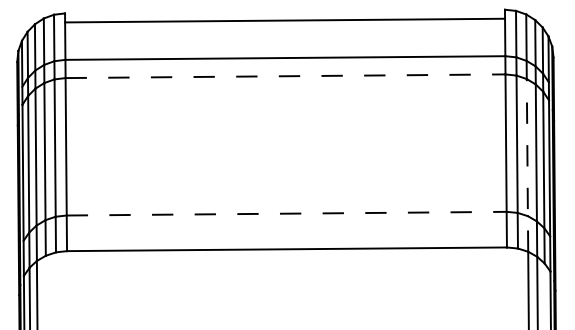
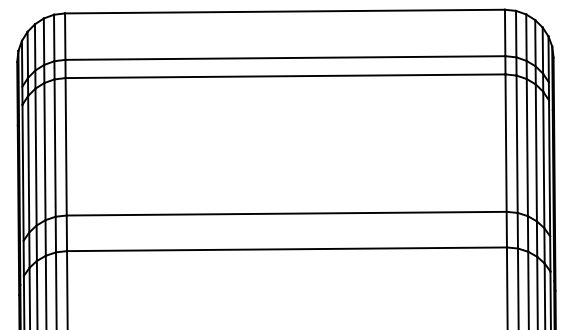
line at (284, 20) position: (284, 20) -> (284, 11)
line at (285, 76): dashed -> solid
line at (527, 164): dashed -> solid
line at (286, 213): dashed -> solid
line at (506, 286): none -> present
line at (517, 287): none -> present
line at (67, 288): none -> present
line at (56, 289): none -> present
line at (45, 290): none -> present
line at (544, 294): none -> present
